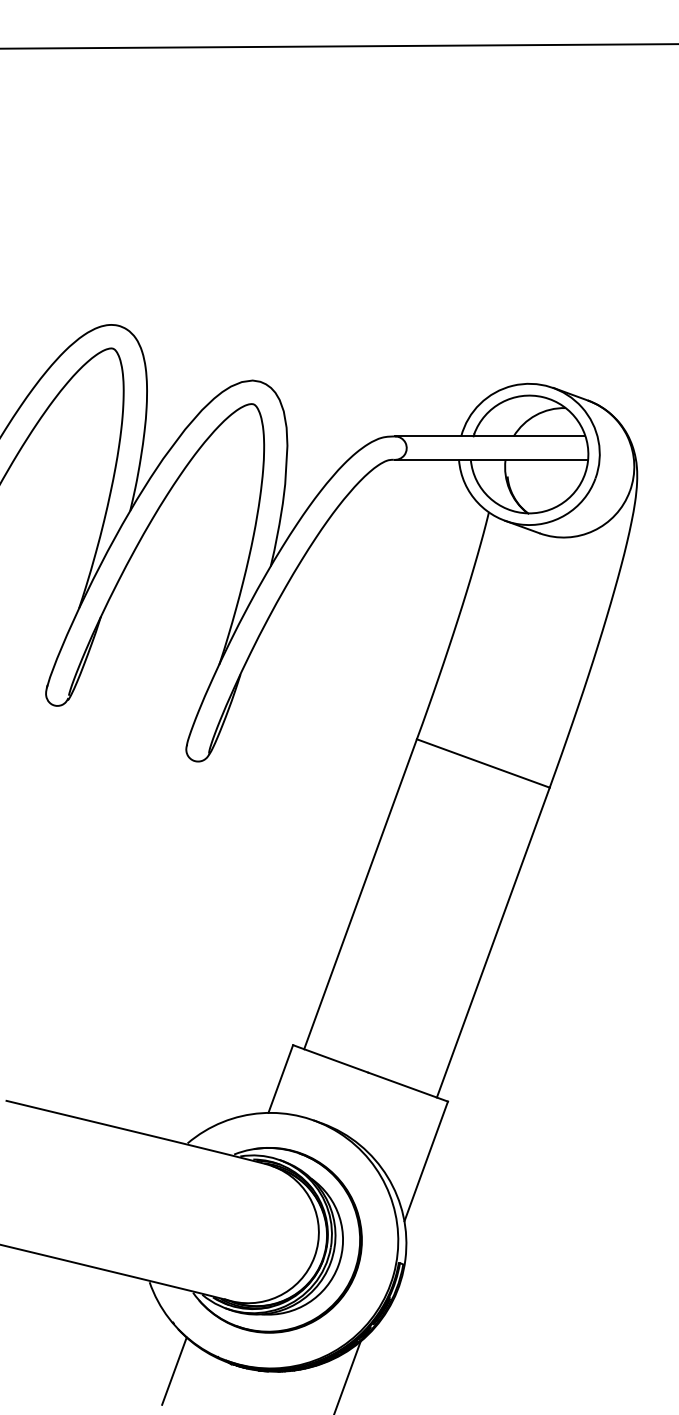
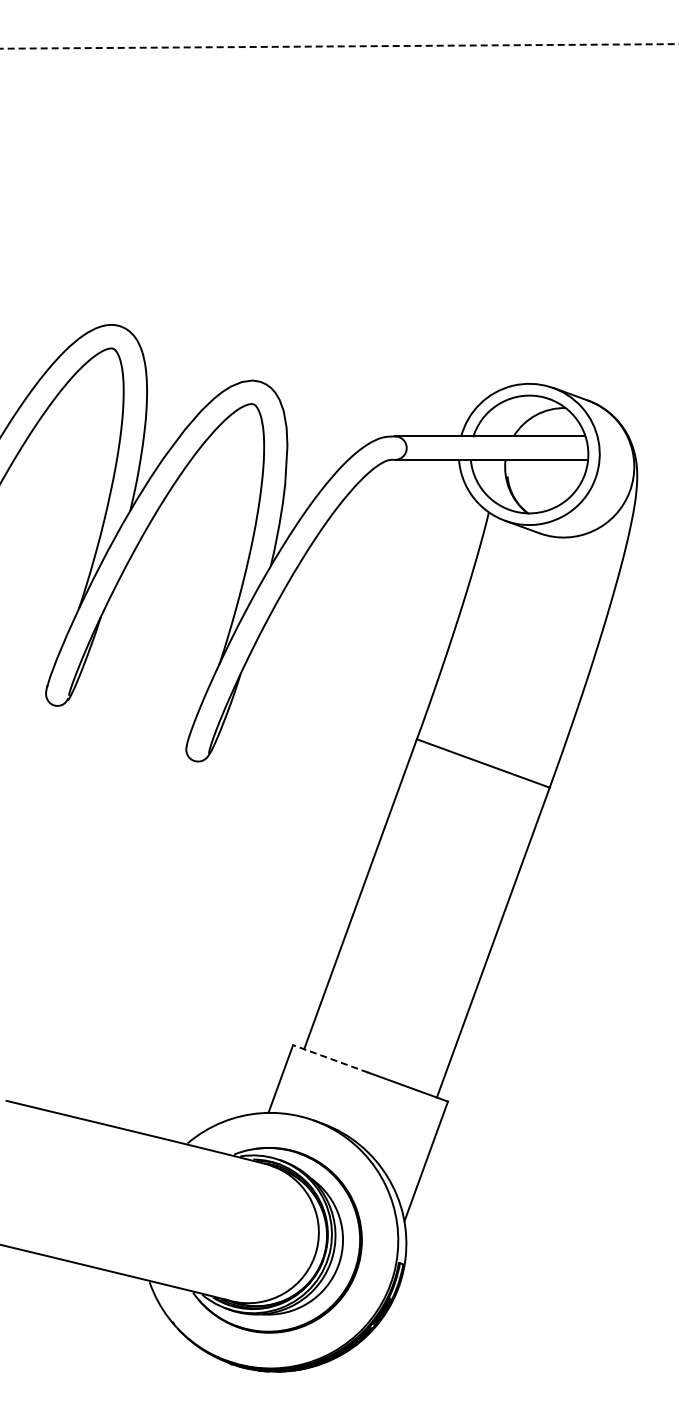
line at (339, 46): solid -> dashed
line at (330, 1058): solid -> dashed
line at (174, 1370): present -> none
line at (347, 1376): present -> none
